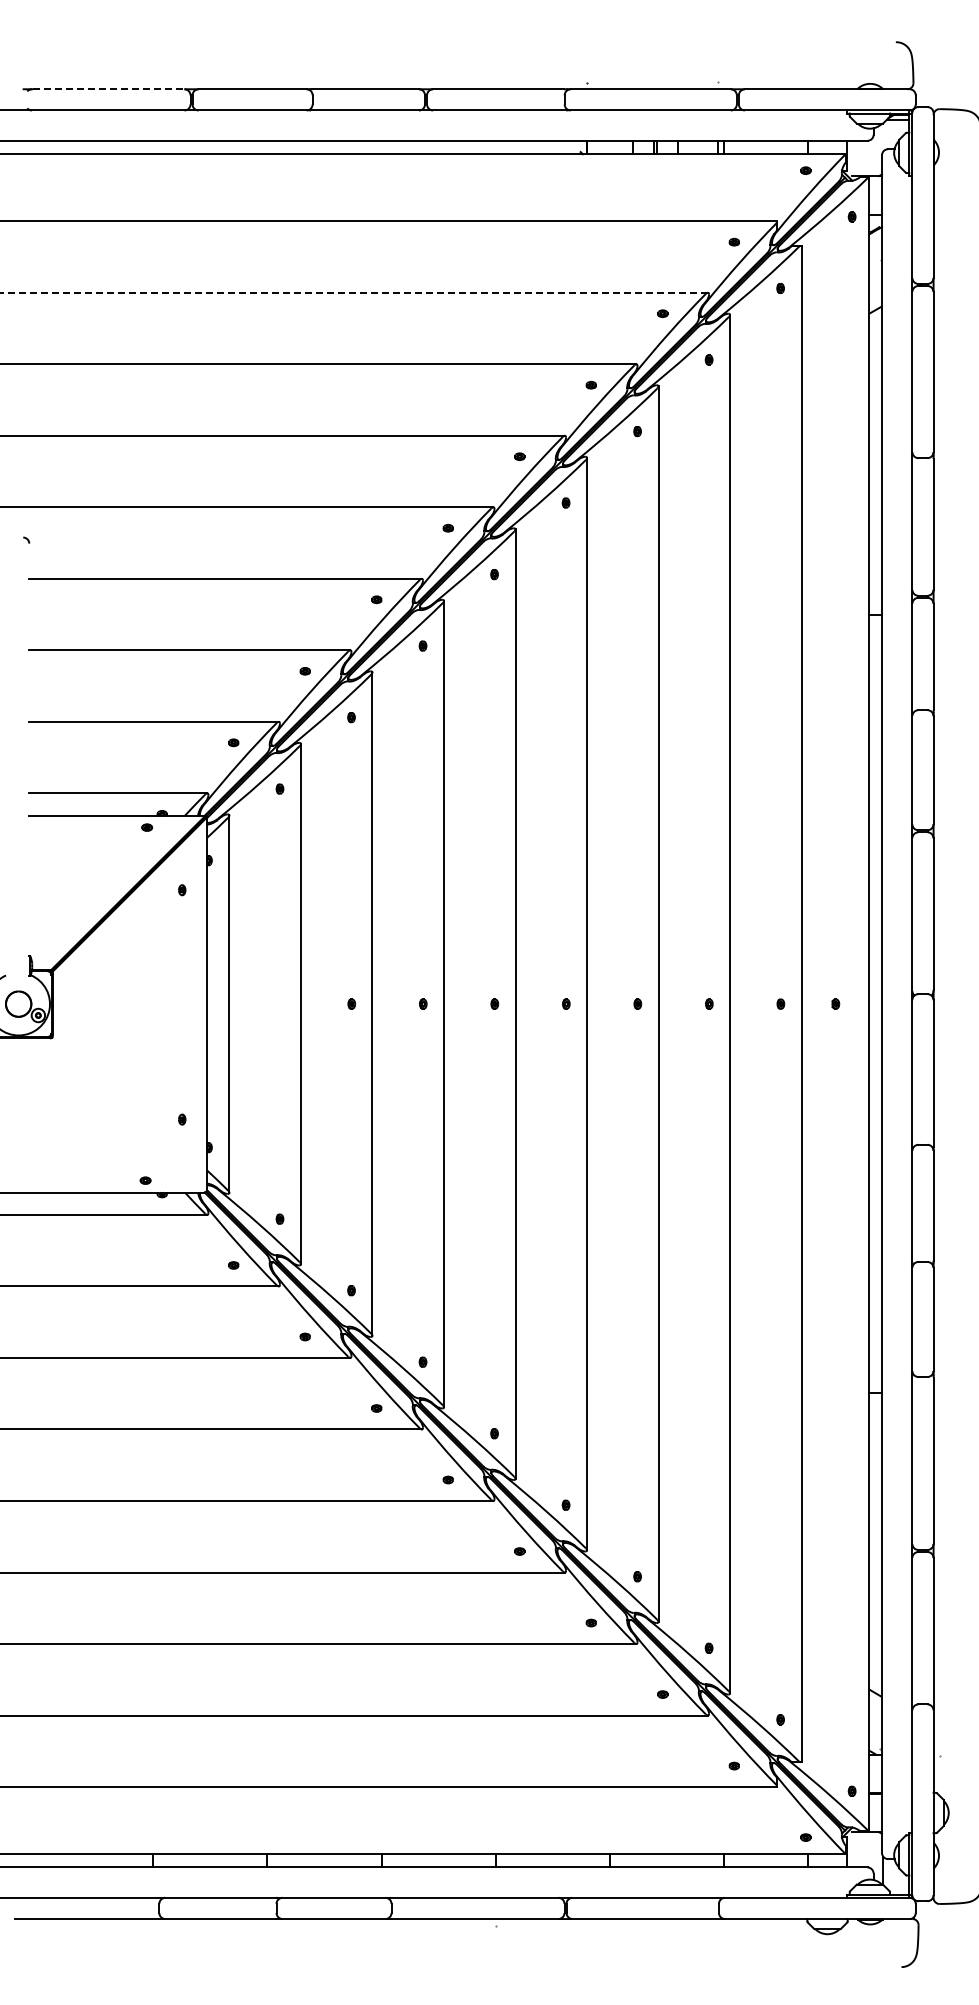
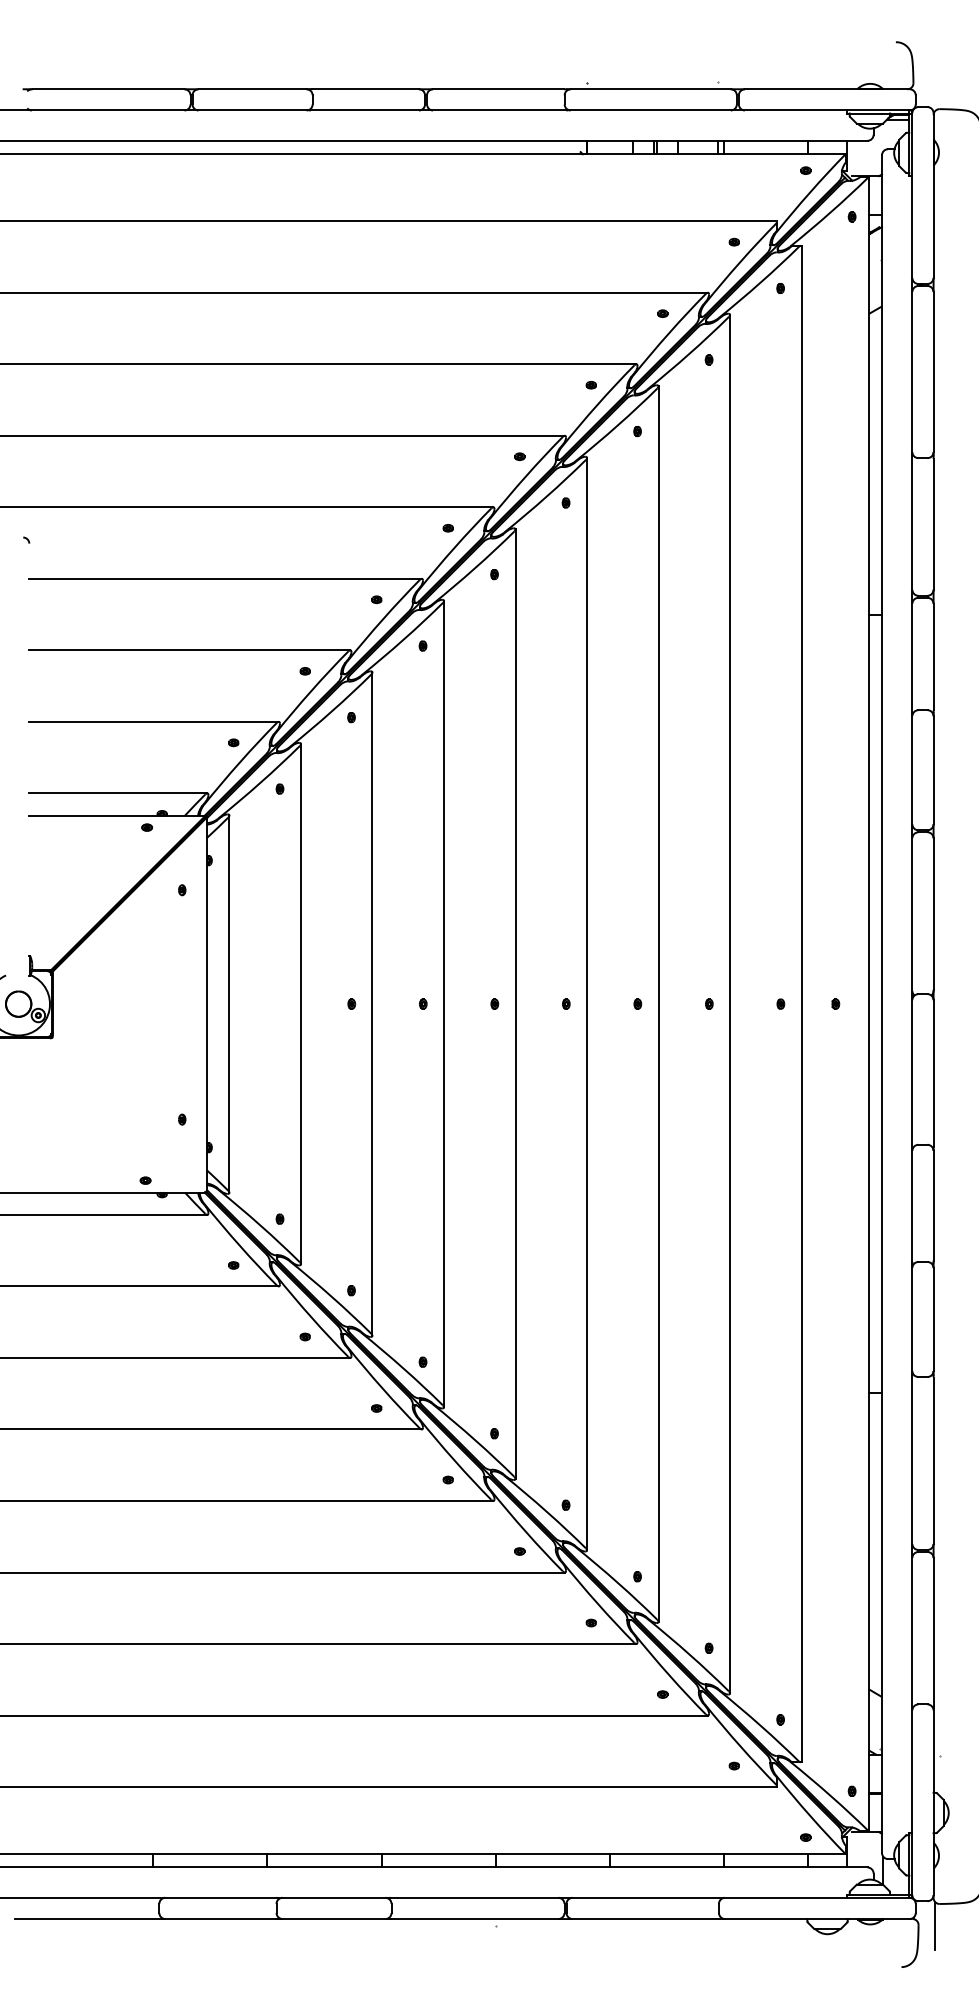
line at (108, 89): dashed -> solid
line at (354, 292): dashed -> solid
line at (934, 1925): none -> present
